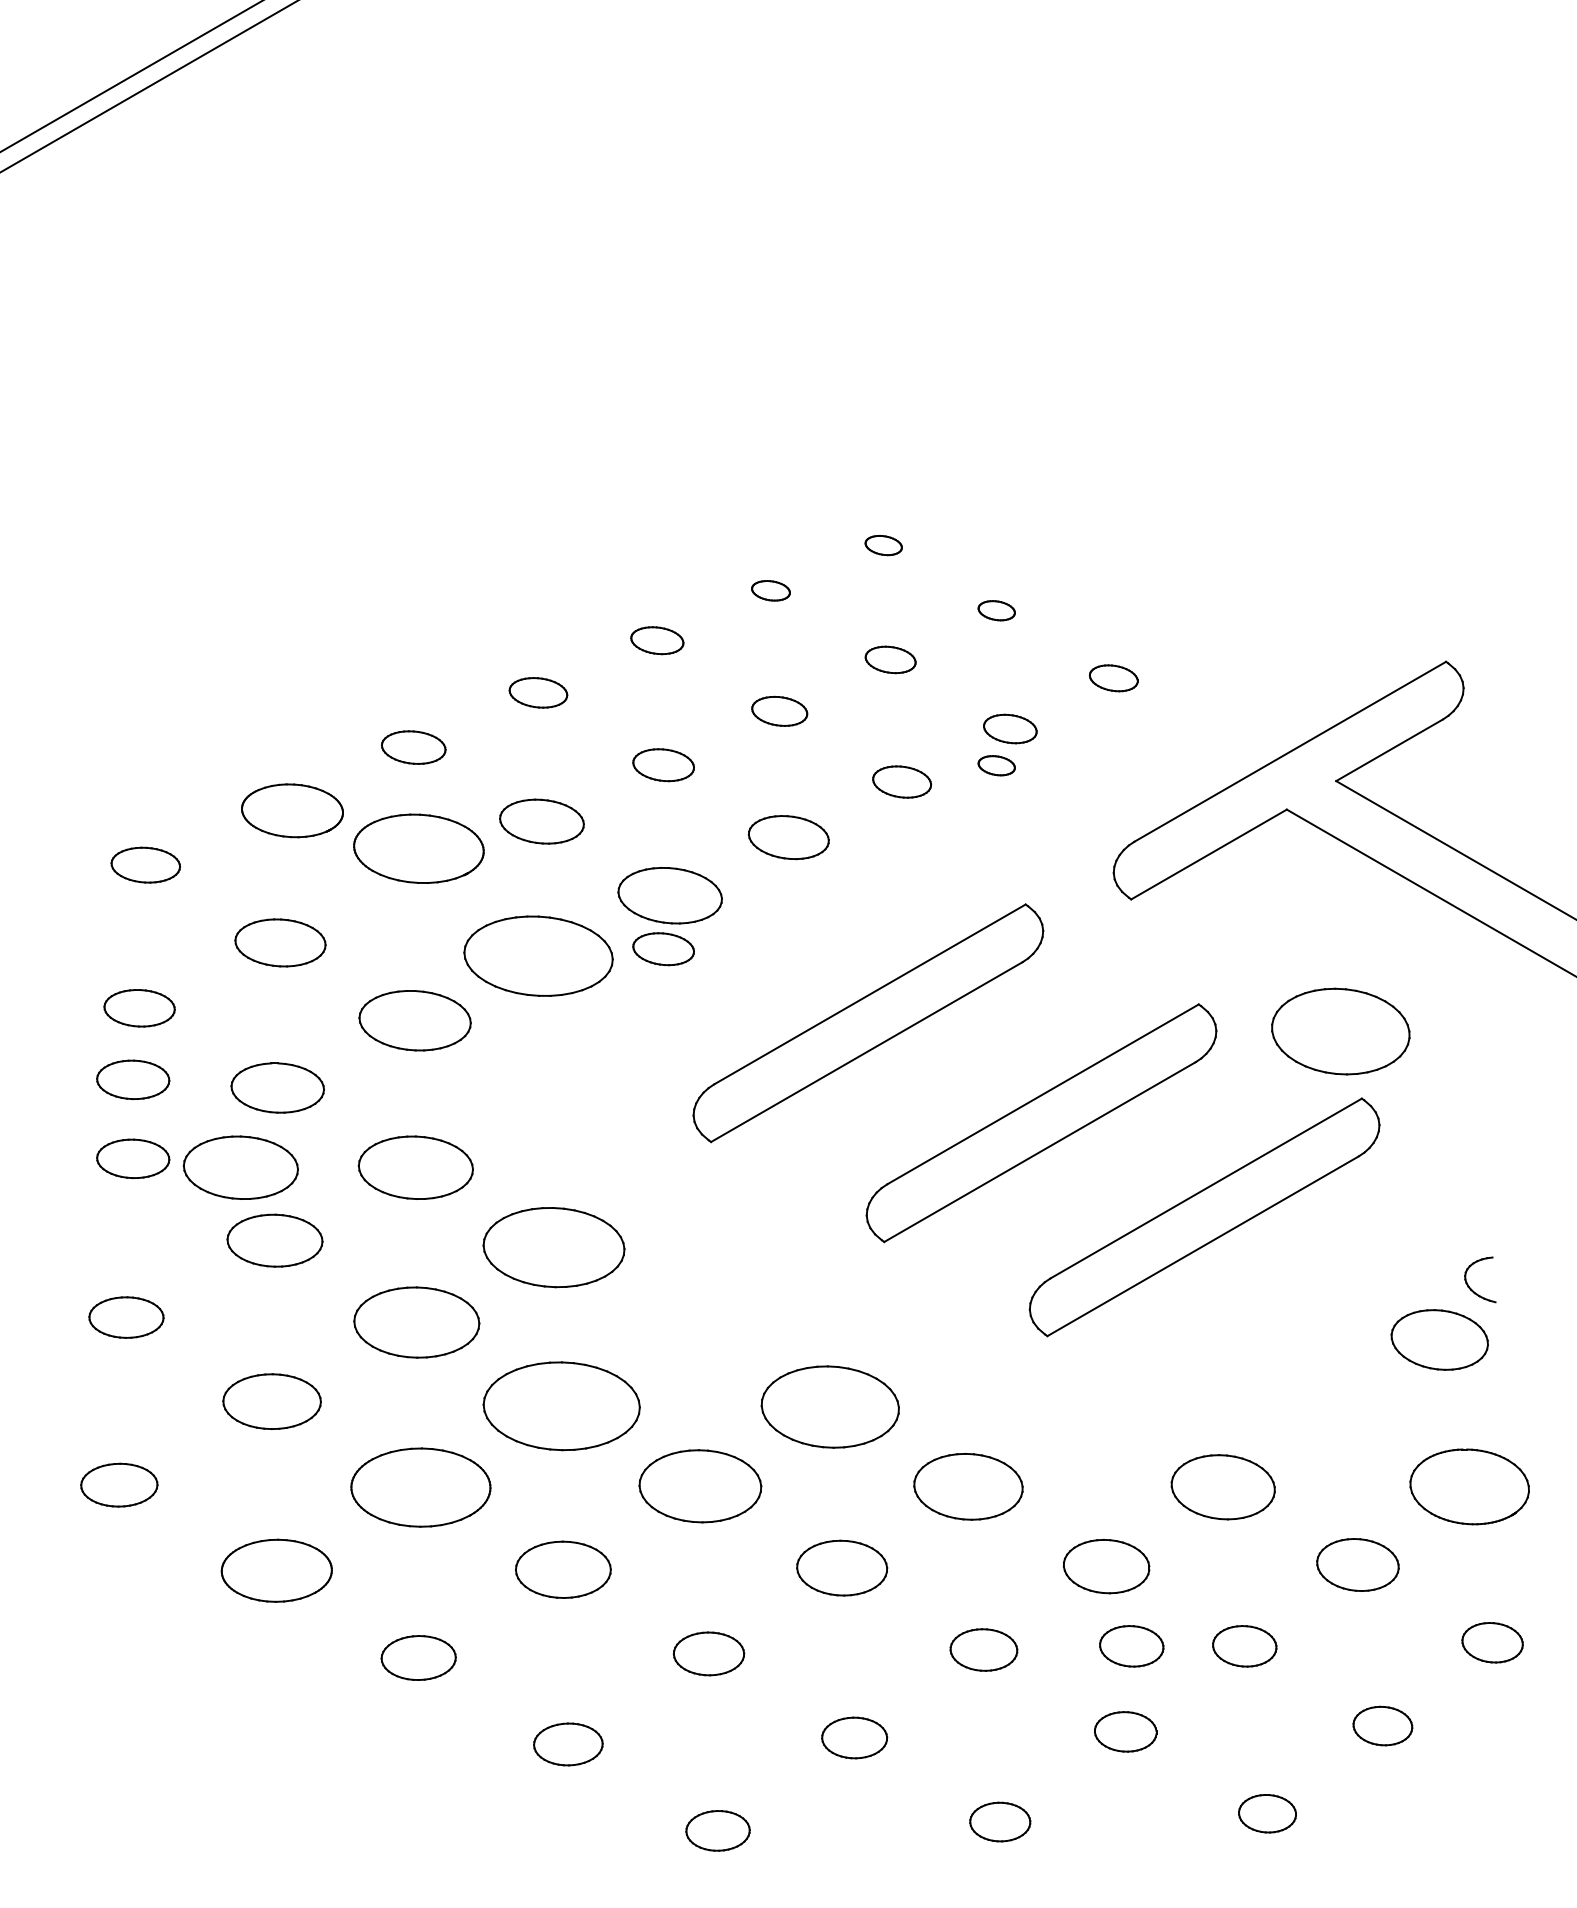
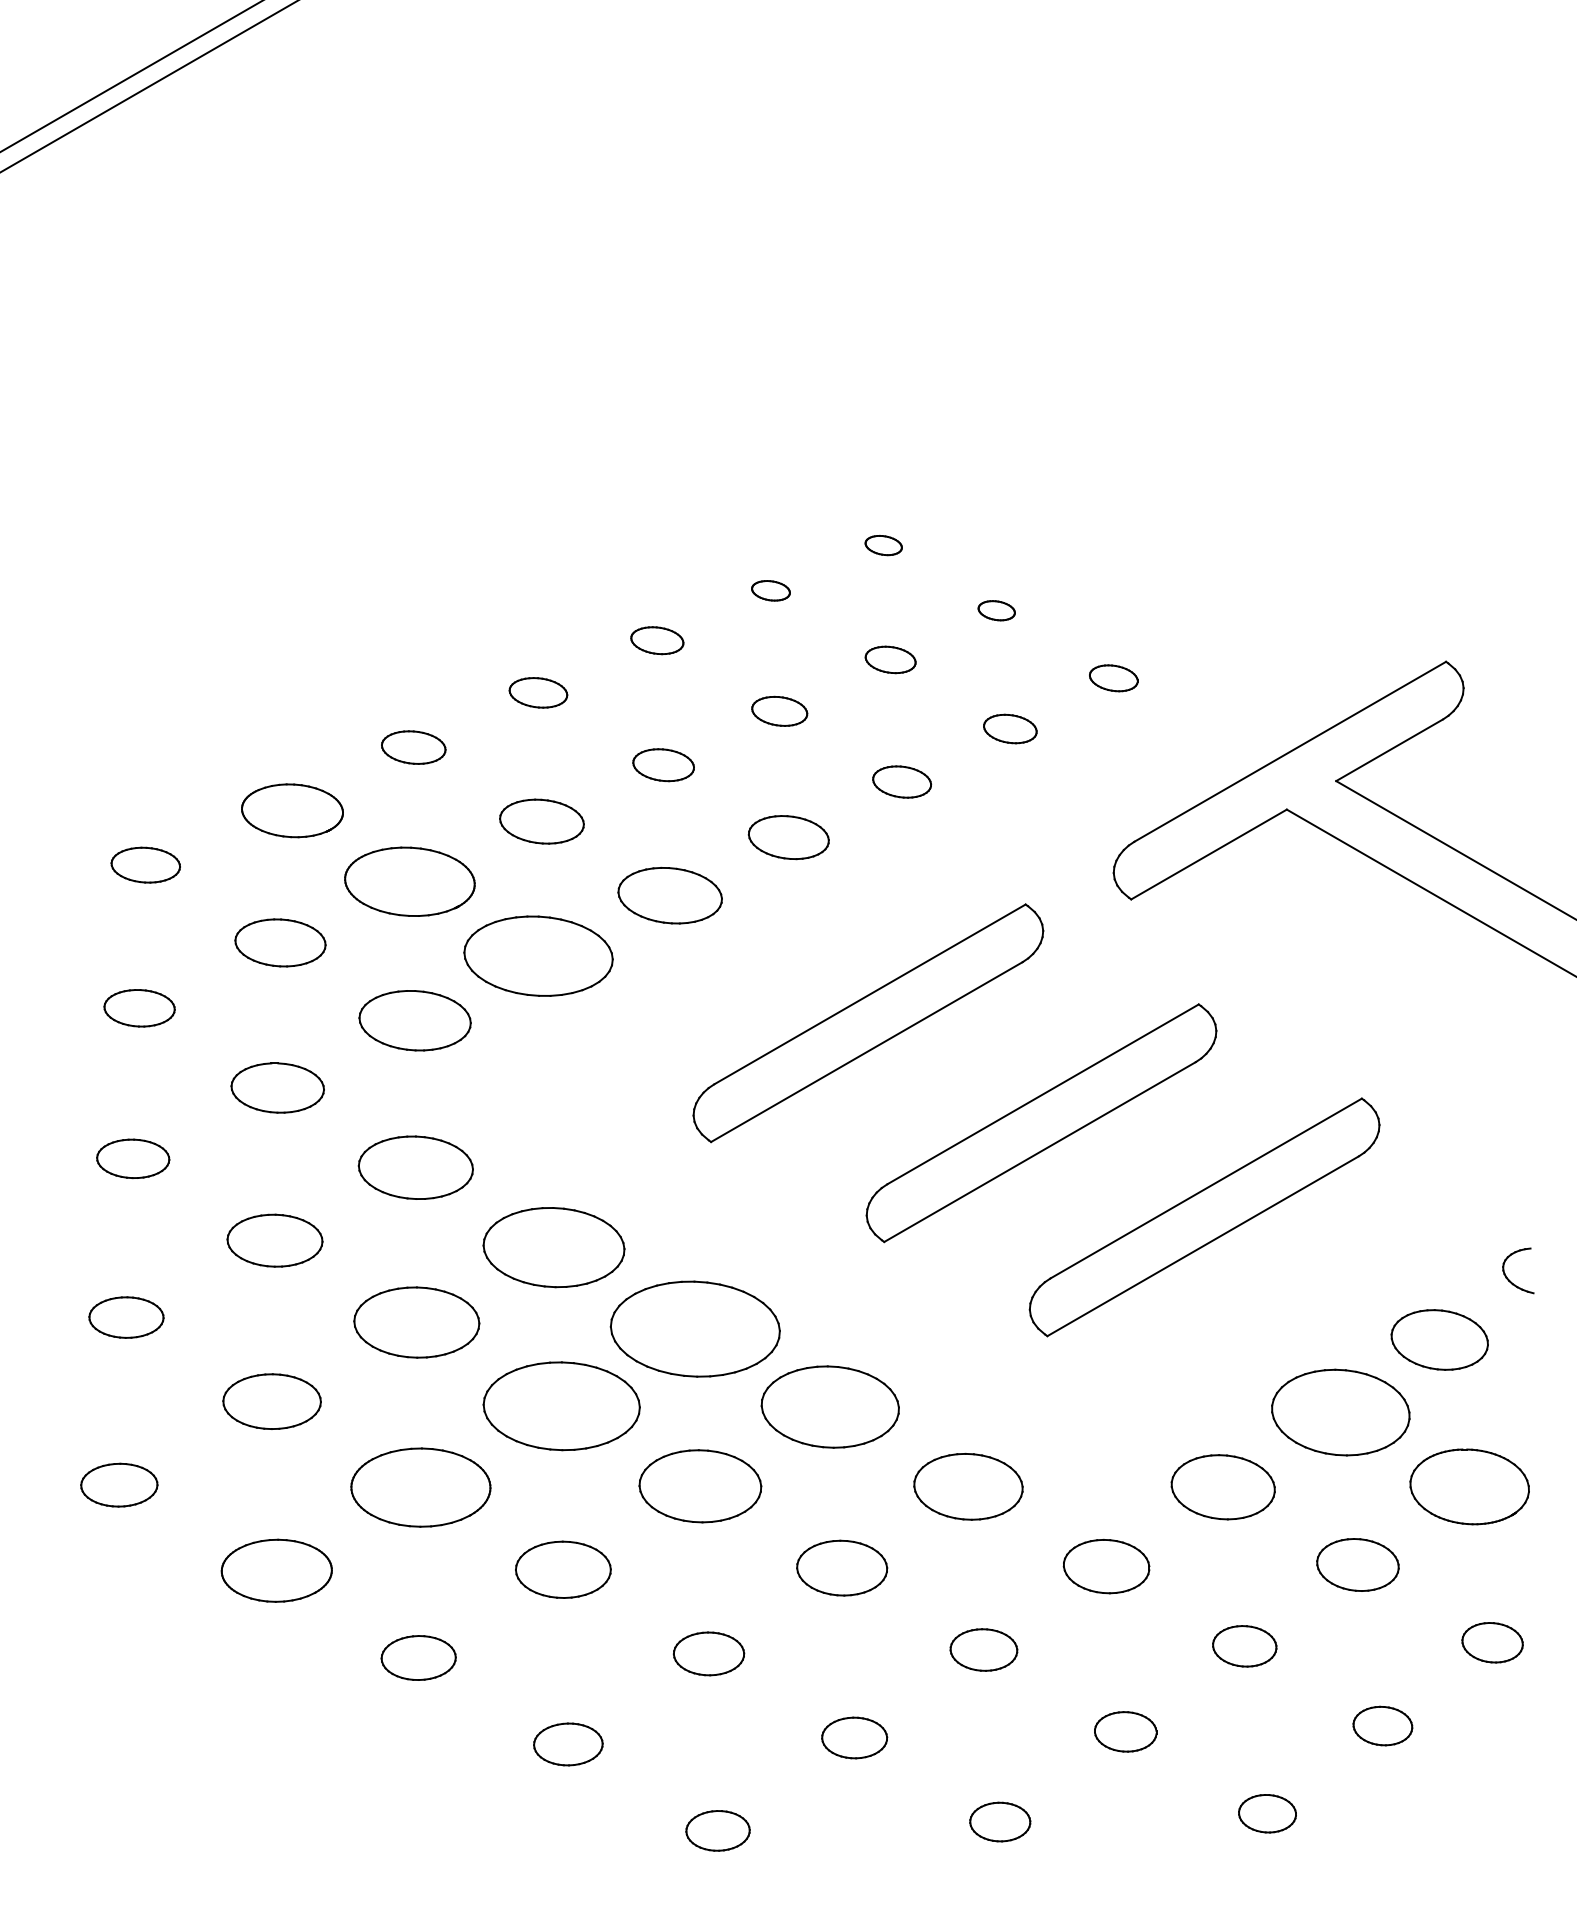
part at (996, 765): present -> none
part at (418, 848) position: (418, 848) -> (409, 881)
part at (663, 949): present -> none
part at (1340, 1031) position: (1340, 1031) -> (1340, 1412)
part at (133, 1079): present -> none
part at (240, 1167): present -> none
part at (1471, 1288) position: (1471, 1288) -> (1509, 1279)
part at (694, 1328): none -> present
part at (1131, 1646): present -> none
